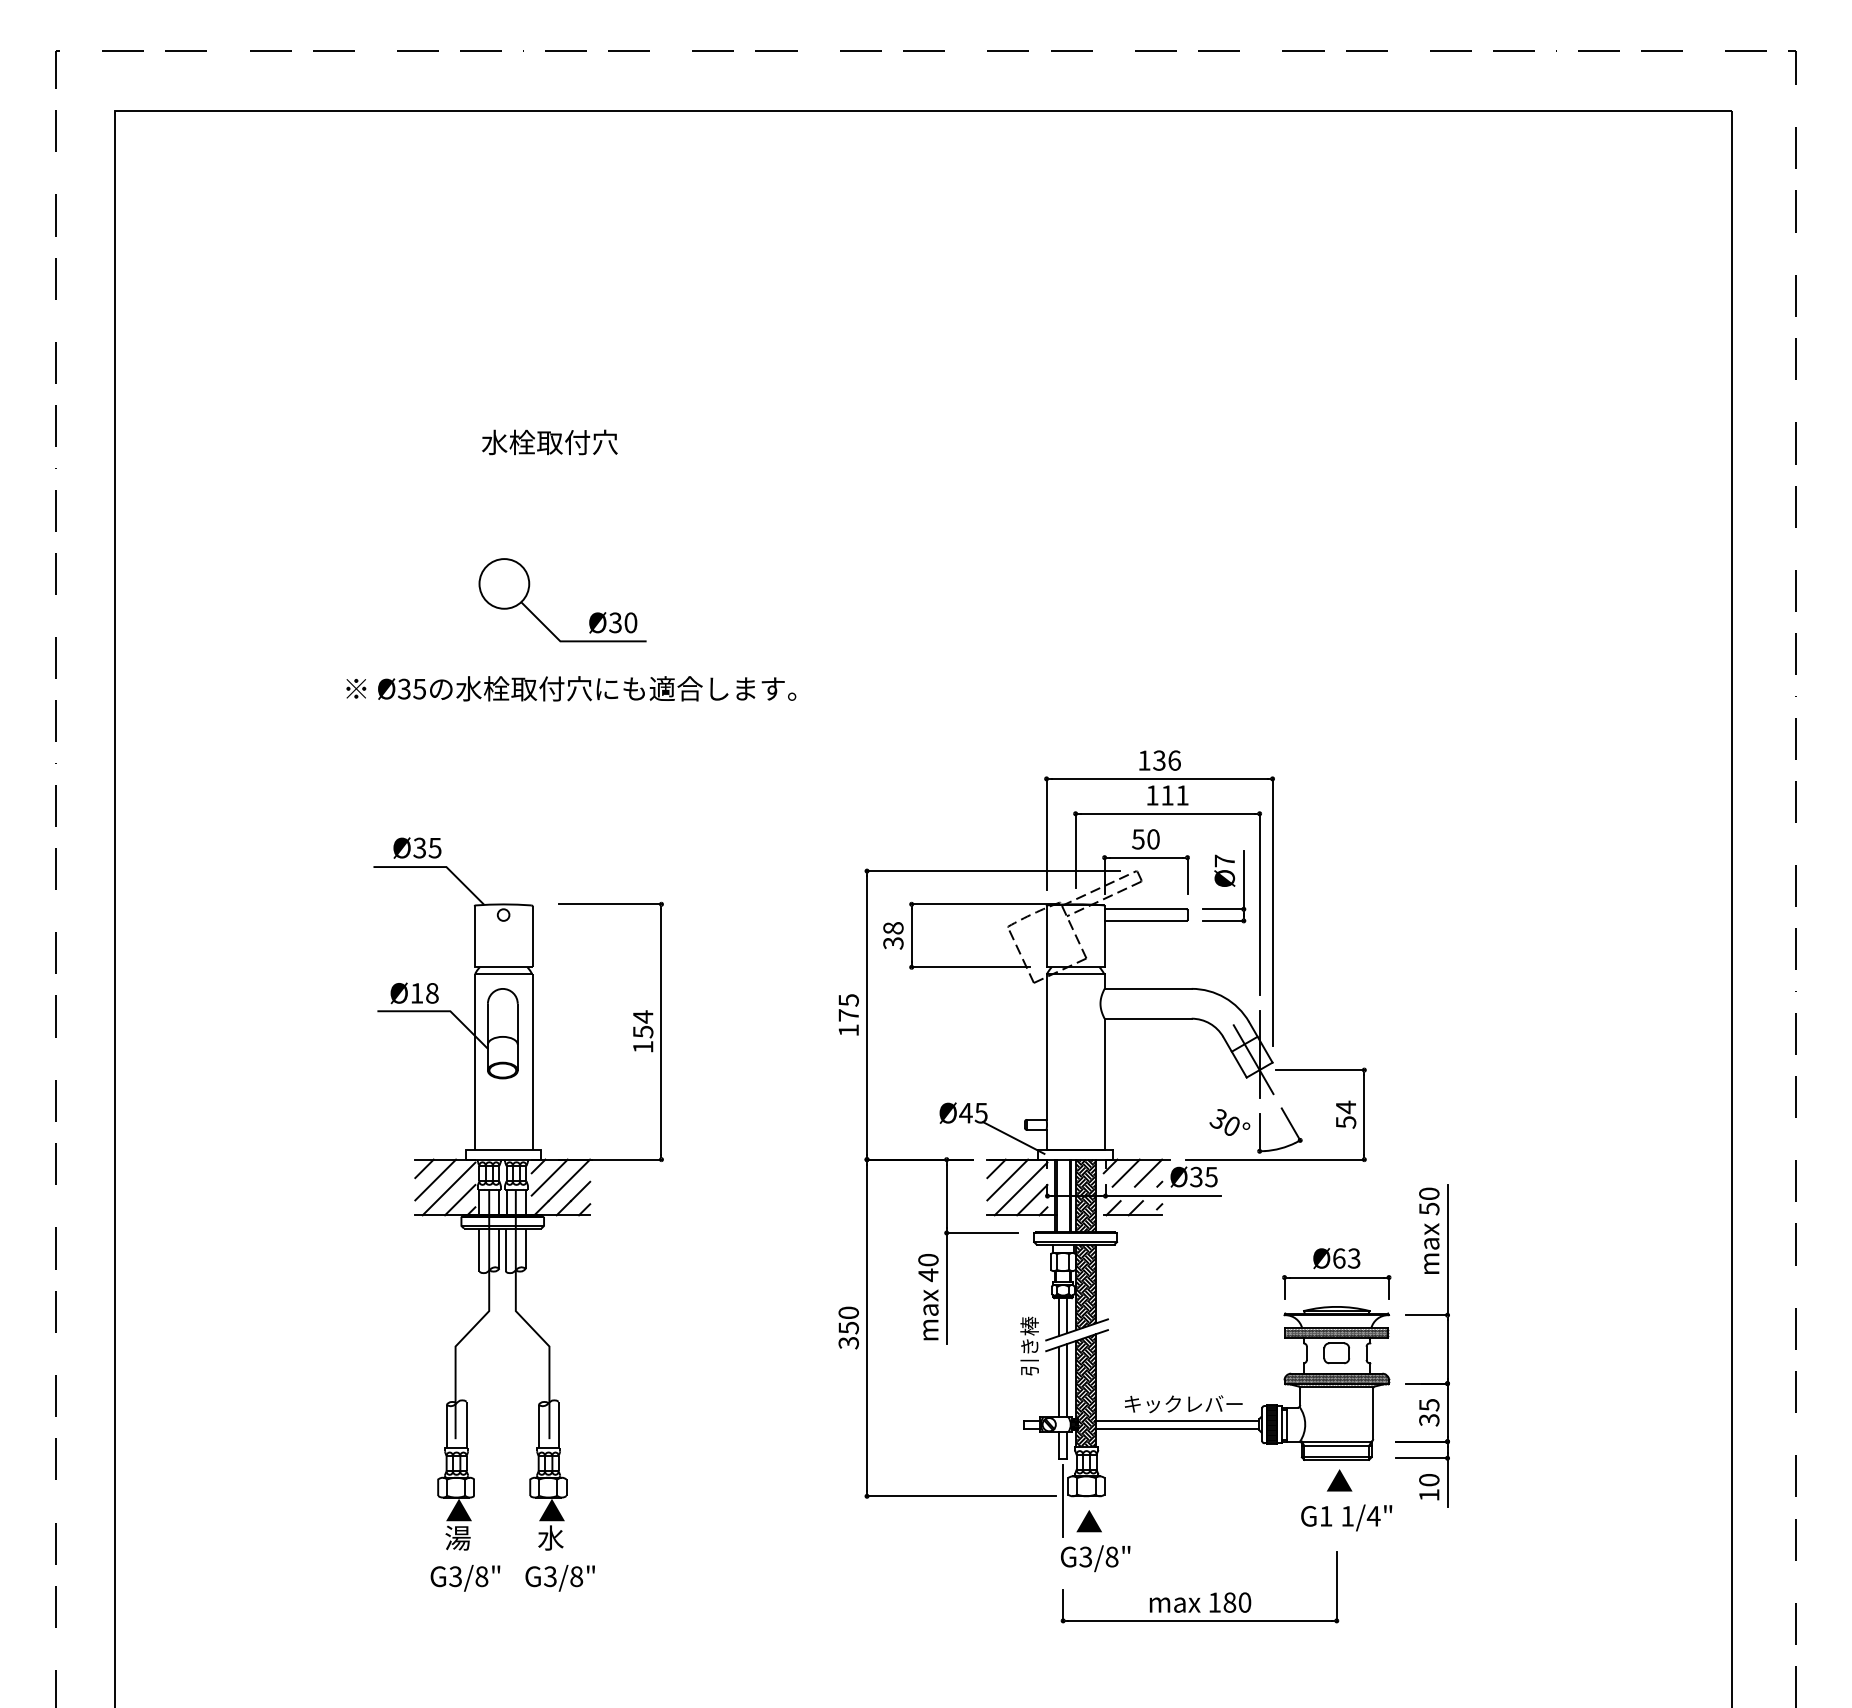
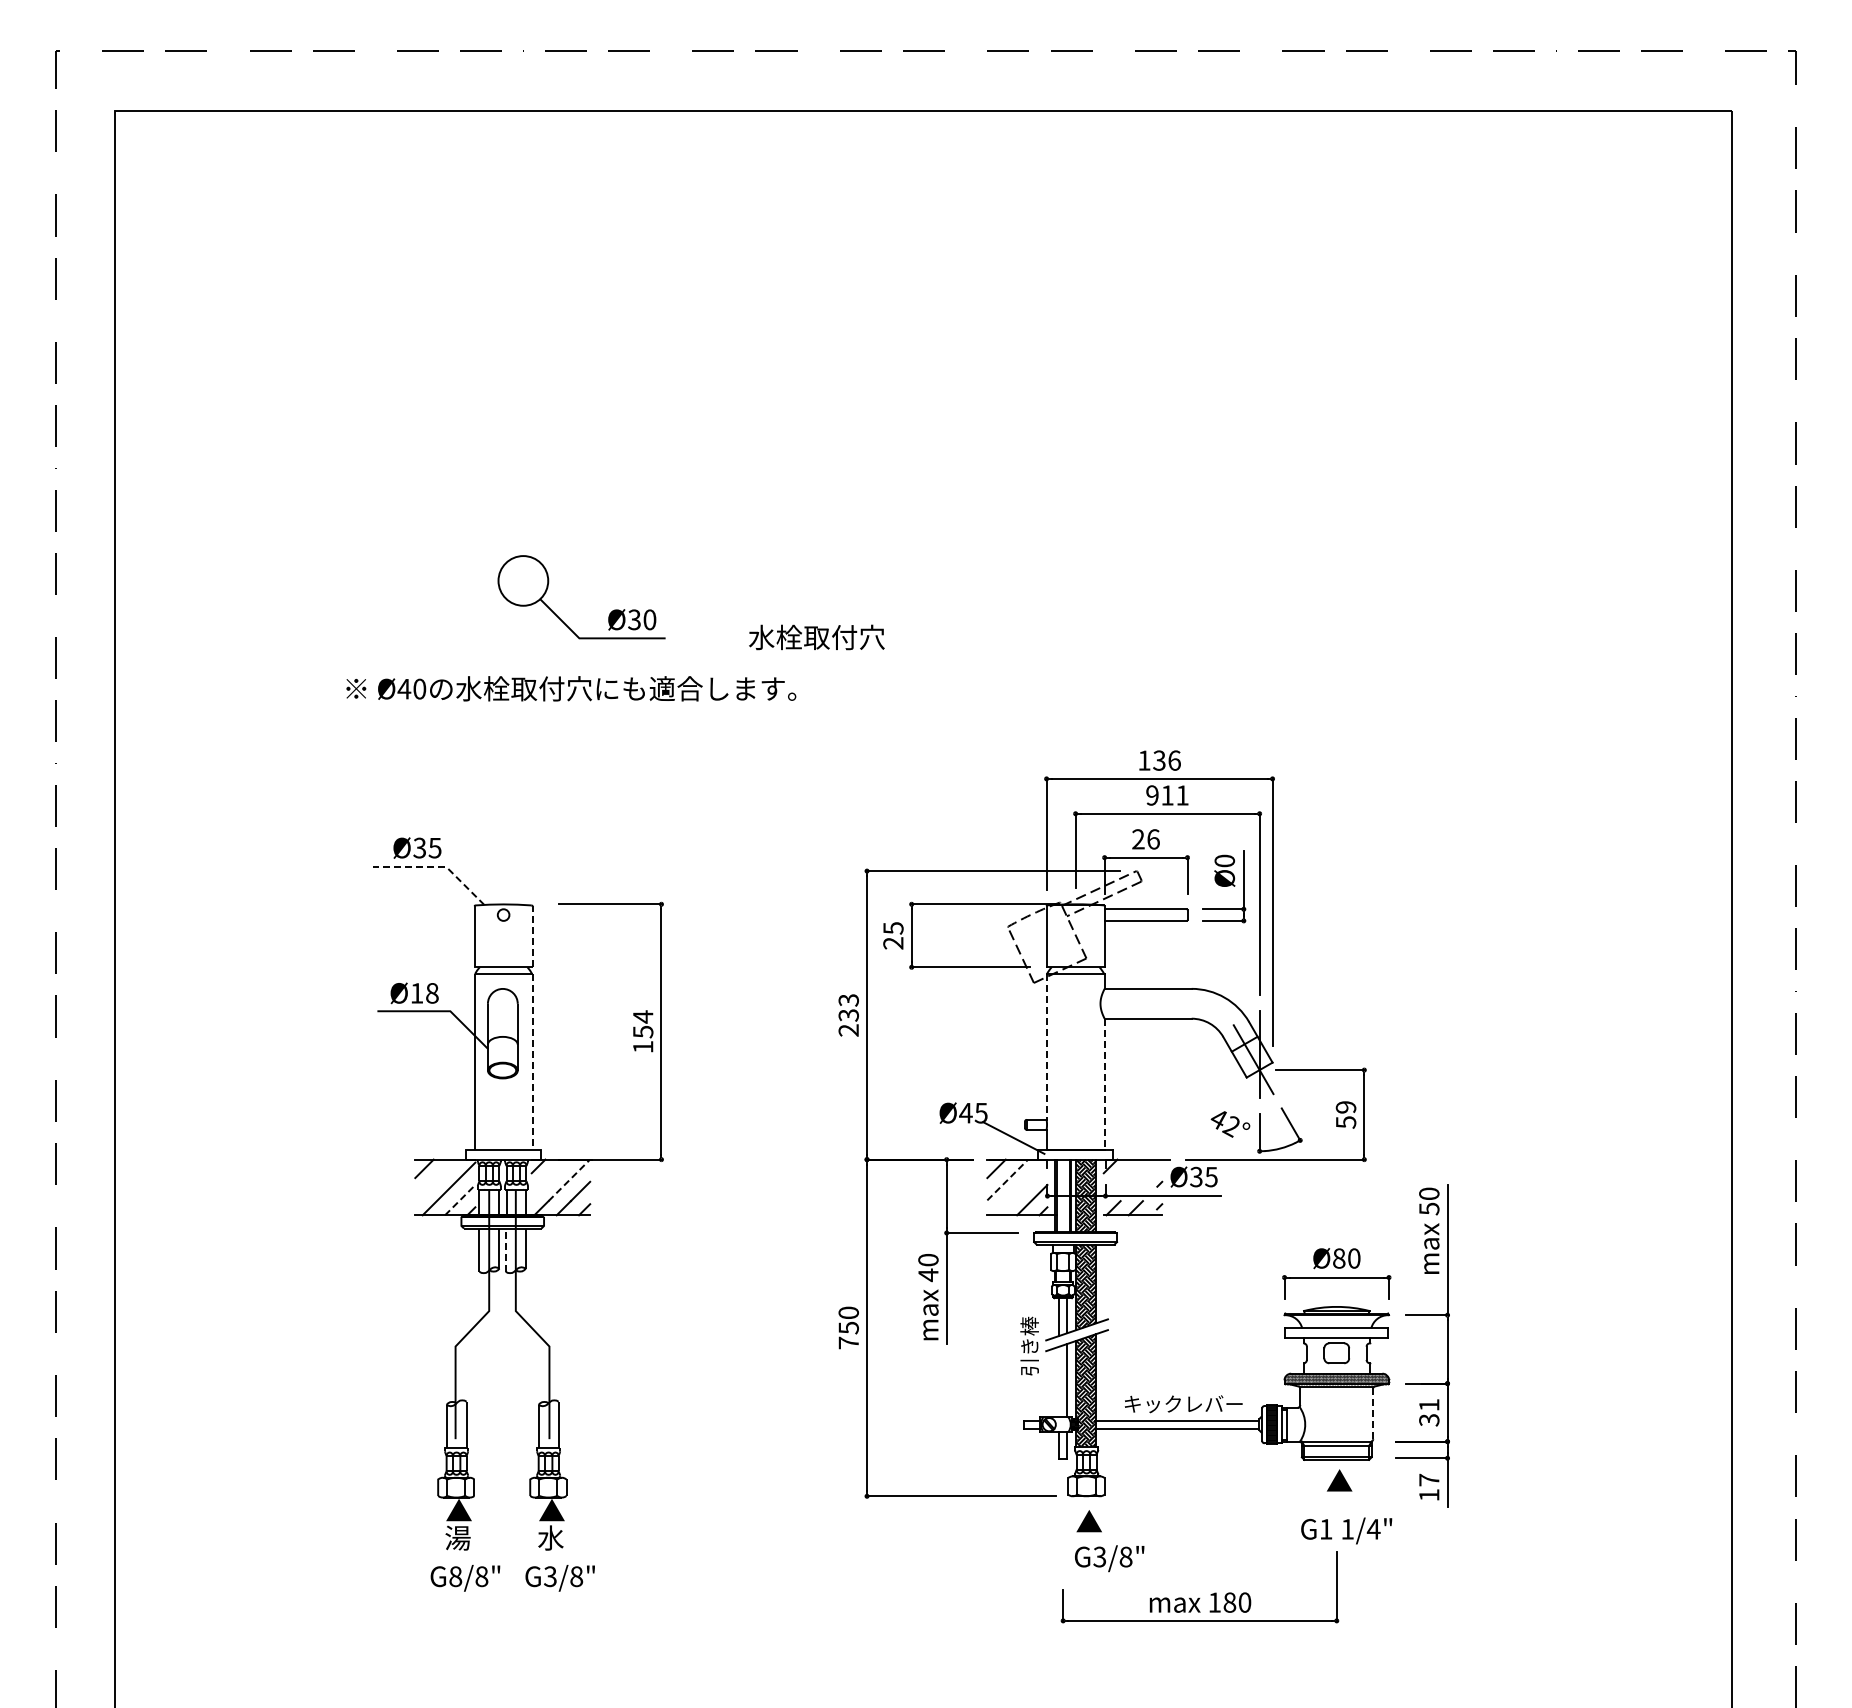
text at (549, 442) position: (549, 442) -> (816, 637)
part at (541, 621) position: (541, 621) -> (560, 618)
text at (411, 688): Ø35 -> Ø40
text at (1152, 795): 111 -> 911
text at (1145, 839): 50 -> 26
text at (1224, 860): Ø7 -> Ø0
line at (437, 867): solid -> dashed
text at (893, 935): 38 -> 25
line at (532, 936): solid -> dashed
text at (848, 1015): 175 -> 233
line at (1046, 1046): solid -> dashed
line at (532, 1061): solid -> dashed
line at (1104, 1084): solid -> dashed
text at (1345, 1107): 54 -> 59
text at (1224, 1123): 30° -> 42°
line at (1125, 1172): present -> none
line at (1148, 1172): present -> none
line at (549, 1177): present -> none
line at (435, 1179): present -> none
line at (569, 1180): solid -> dashed
line at (1007, 1180): solid -> dashed
line at (1020, 1188): present -> none
line at (460, 1199): solid -> dashed
line at (505, 1250): solid -> dashed
text at (1346, 1258): Ø63 -> Ø80
hatch at (1336, 1332): present -> none
text at (848, 1342): 350 -> 750
line at (1059, 1381): present -> none
text at (1429, 1405): 35 -> 31
line at (1373, 1413): solid -> dashed
text at (1429, 1479): 10 -> 17
line at (1063, 1500): present -> none
text at (1346, 1517) position: (1346, 1517) -> (1346, 1530)
text at (1095, 1558) position: (1095, 1558) -> (1109, 1558)
text at (455, 1576): G3/8" -> G8/8"
